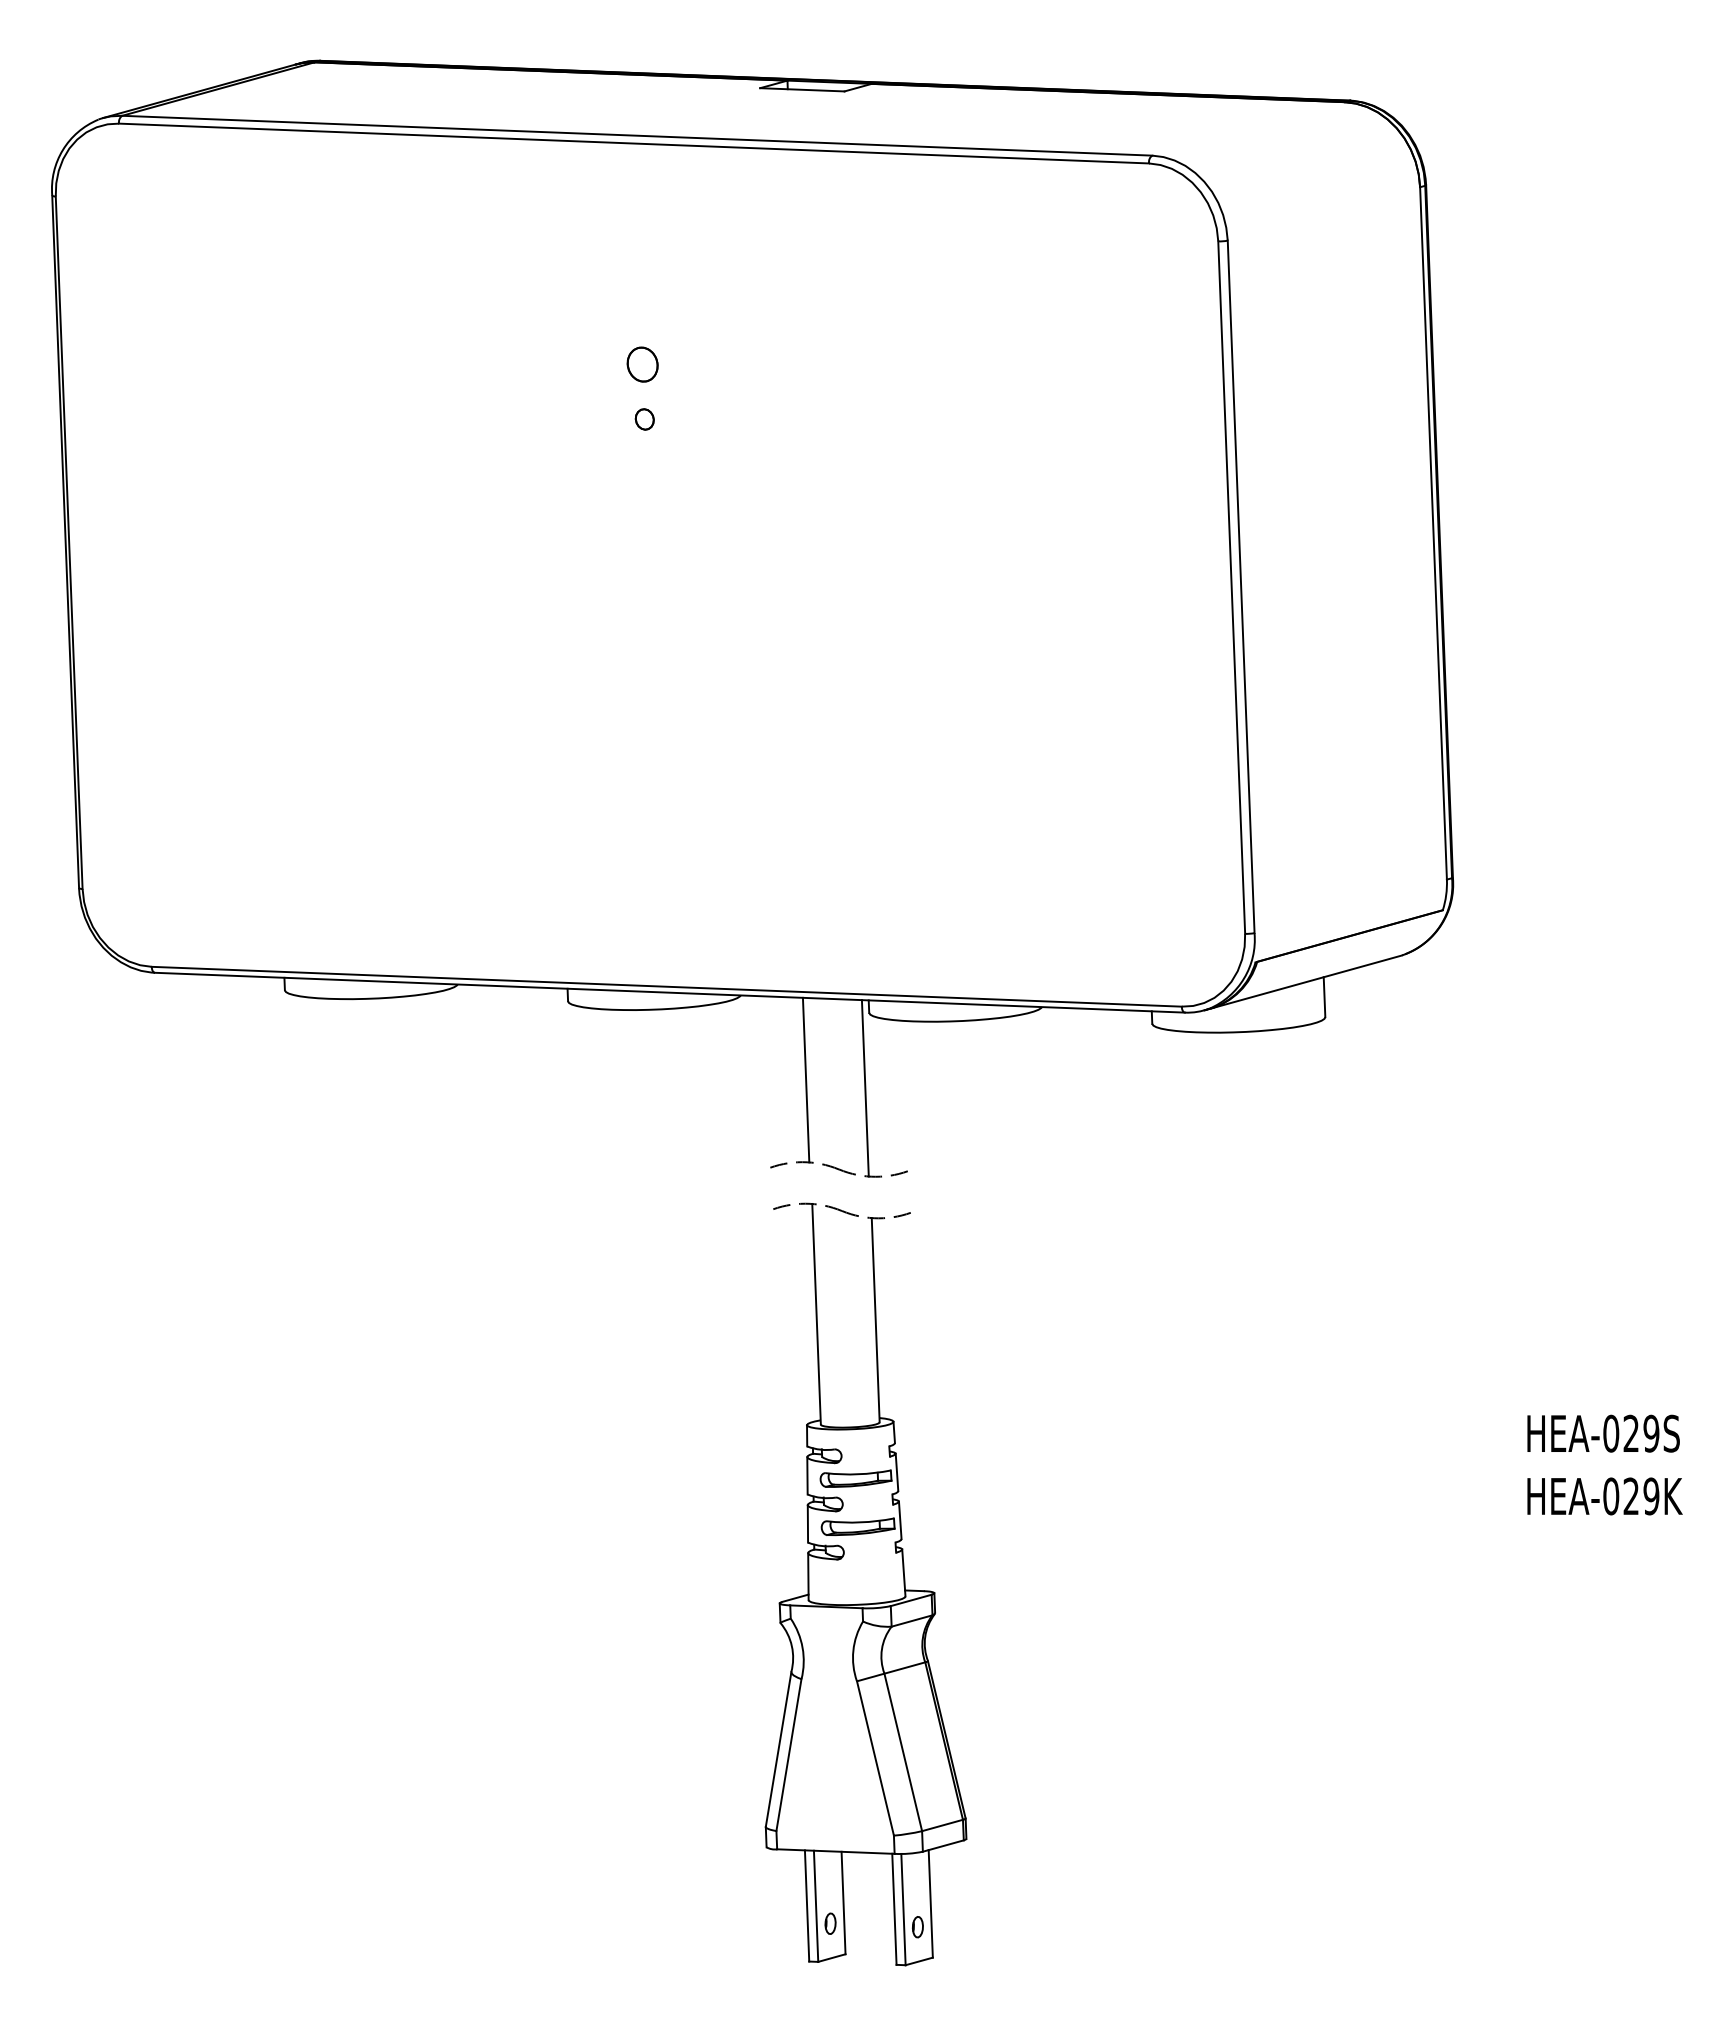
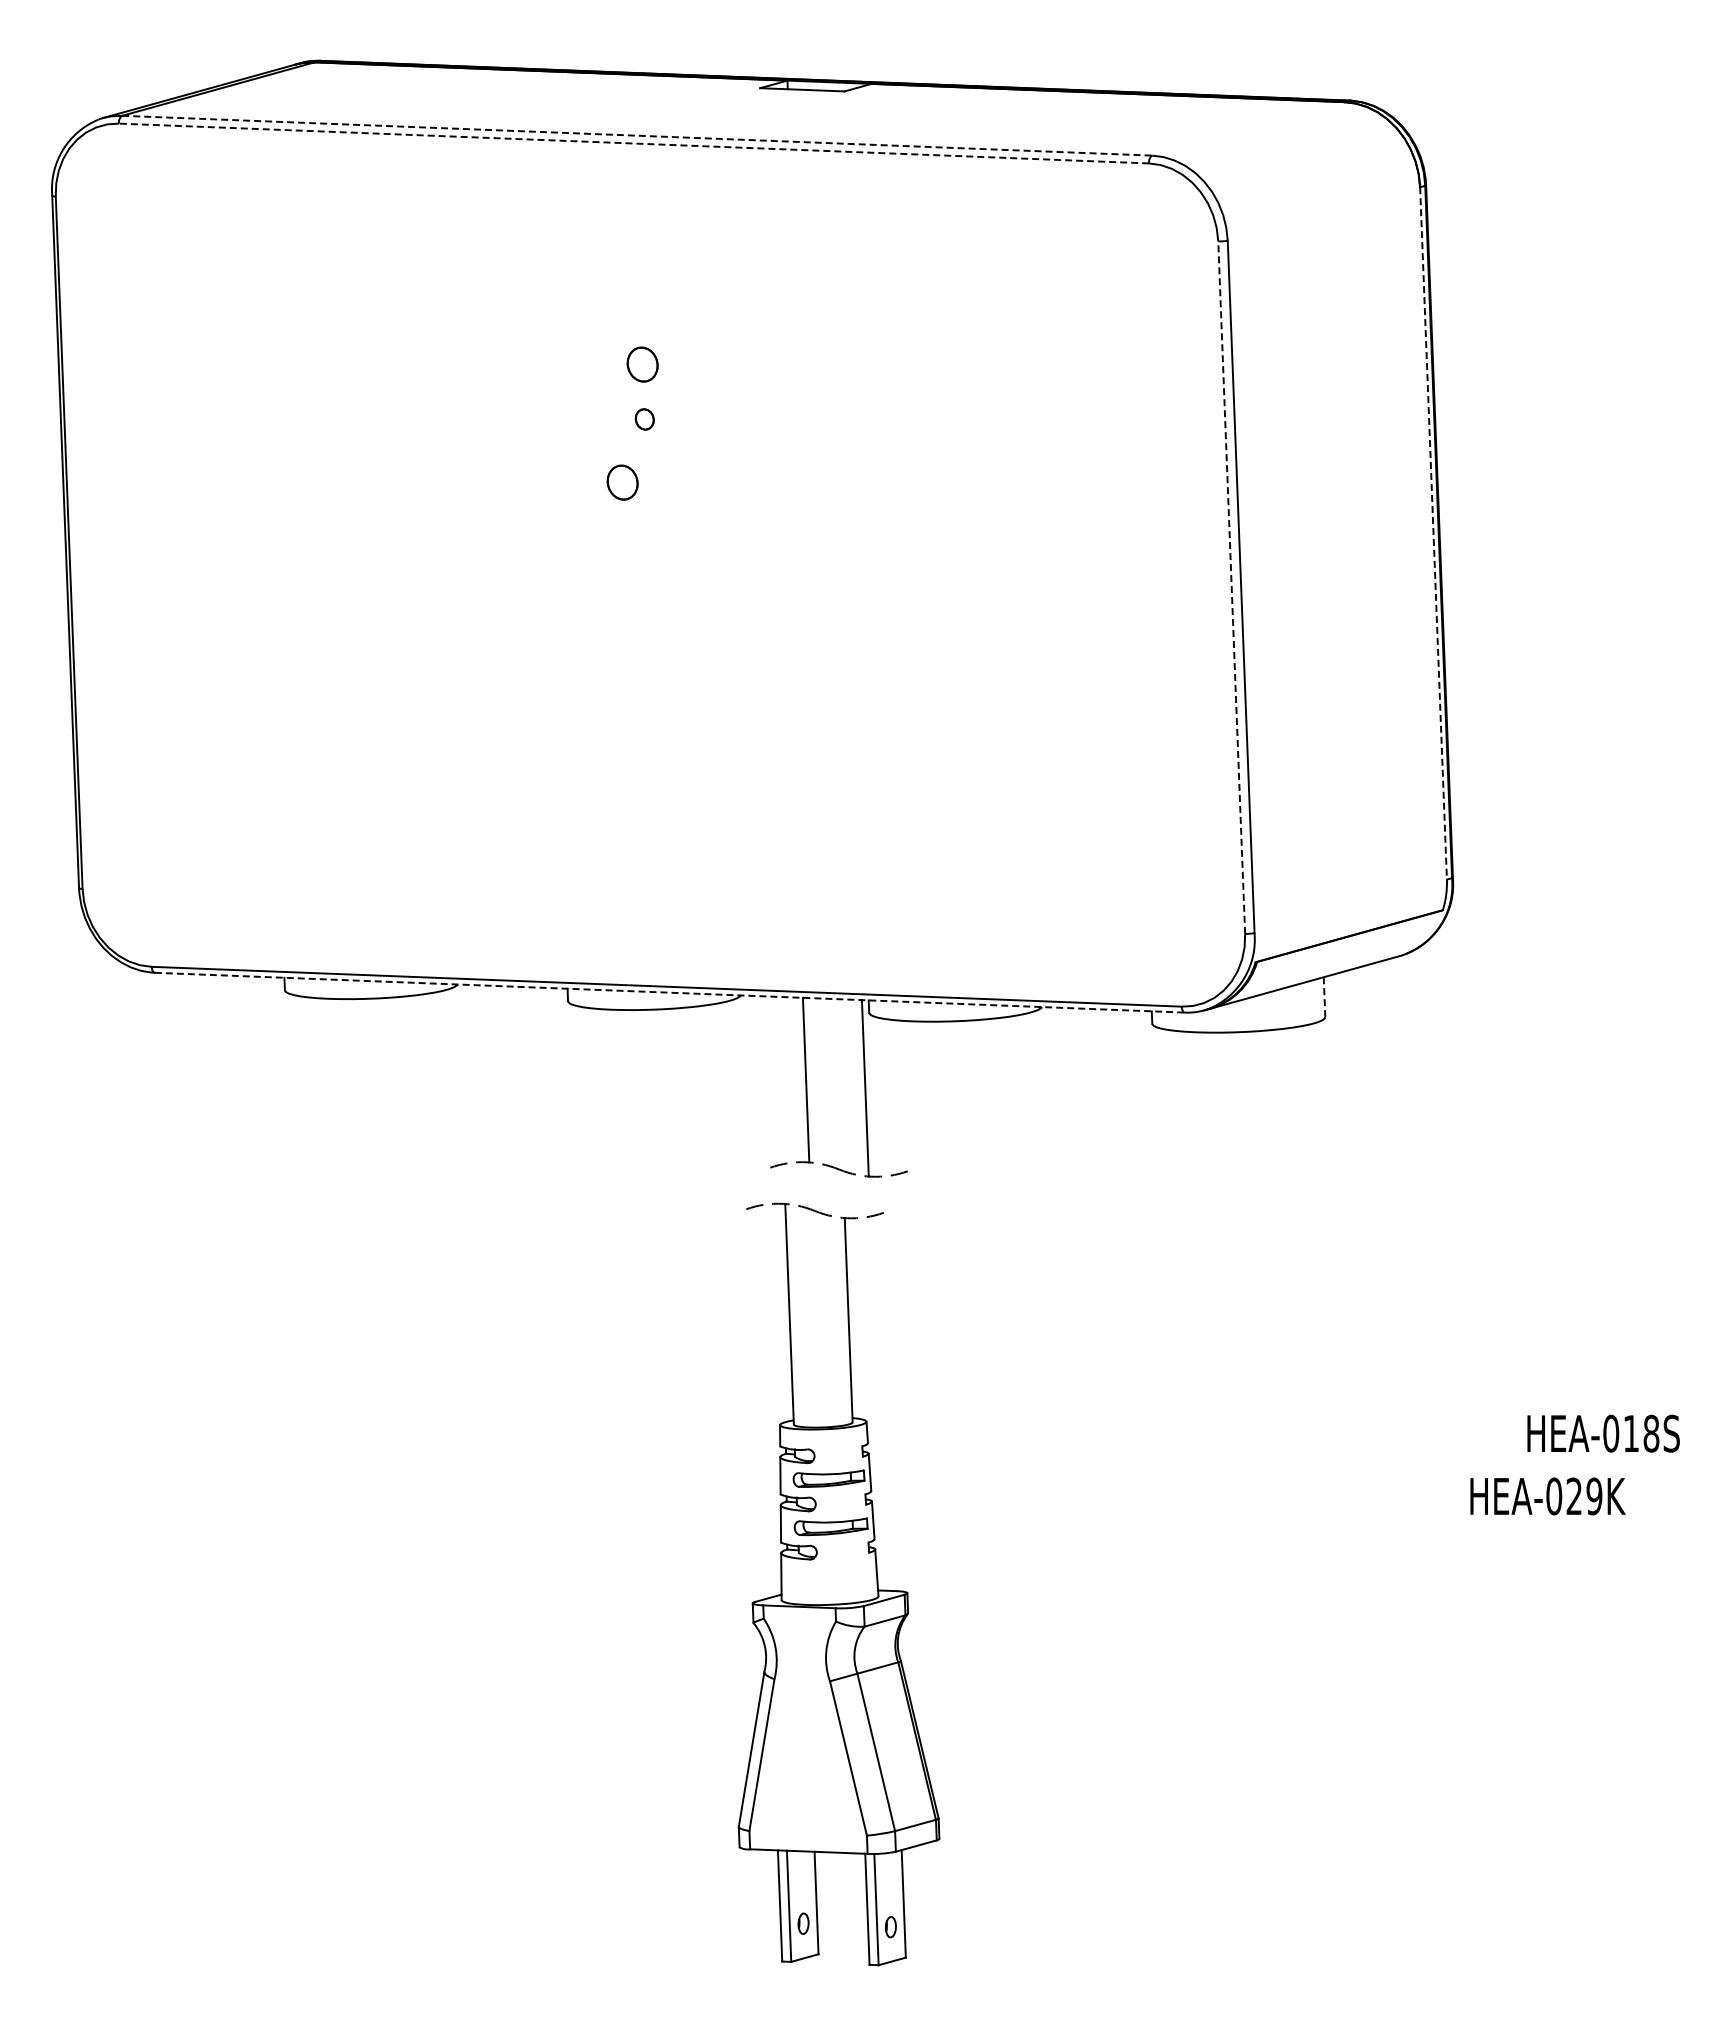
line at (637, 135): solid -> dashed
line at (633, 143): solid -> dashed
part at (622, 482): none -> present
line at (1433, 533): solid -> dashed
line at (1231, 587): solid -> dashed
line at (670, 992): solid -> dashed
line at (1324, 997): solid -> dashed
text at (1641, 1433): HEA-029S -> HEA-018S
text at (1604, 1496) position: (1604, 1496) -> (1547, 1496)
part at (865, 1584) position: (865, 1584) -> (838, 1584)
